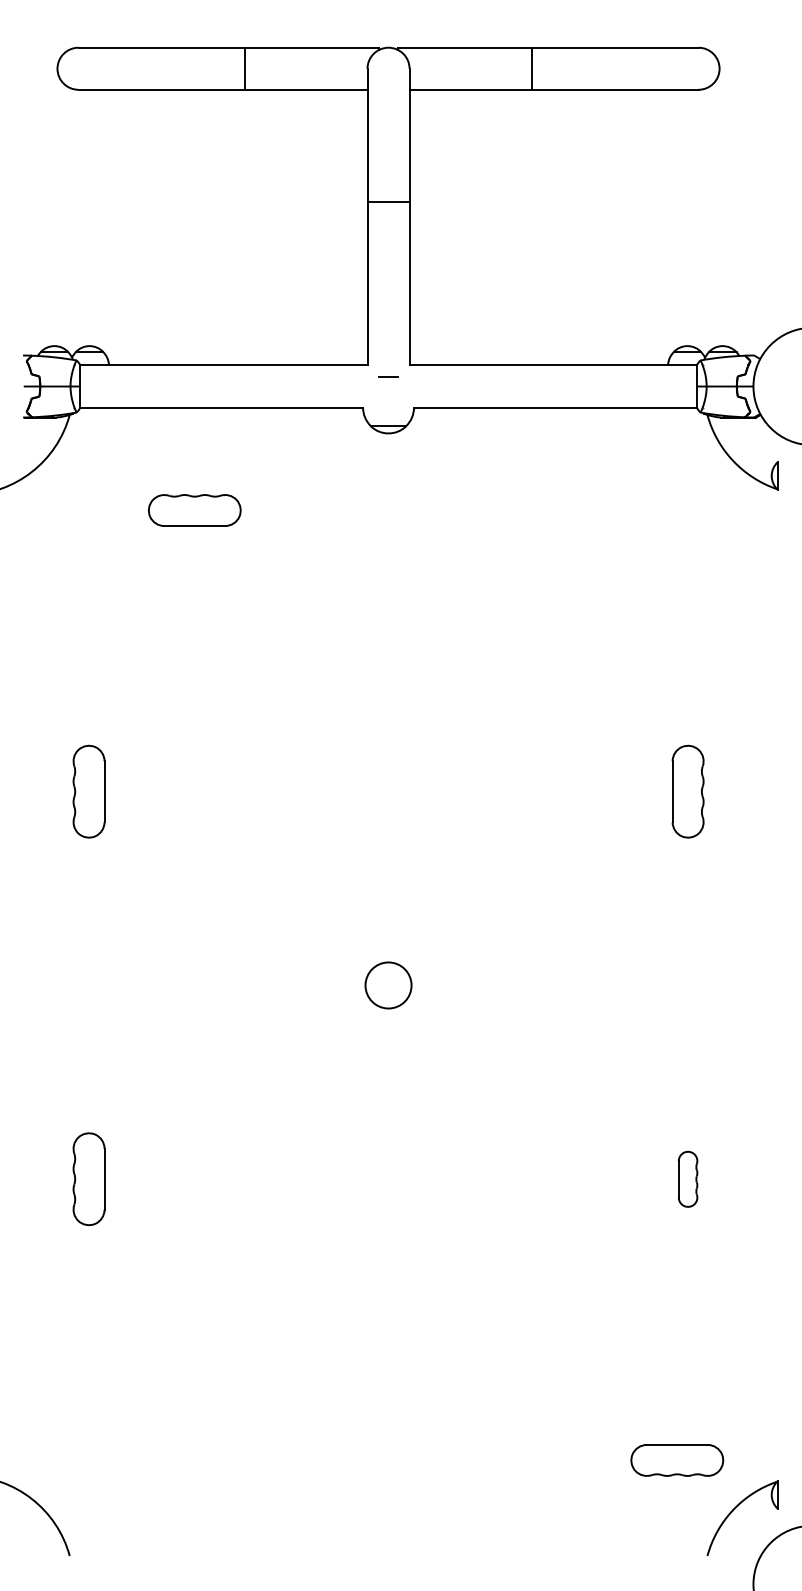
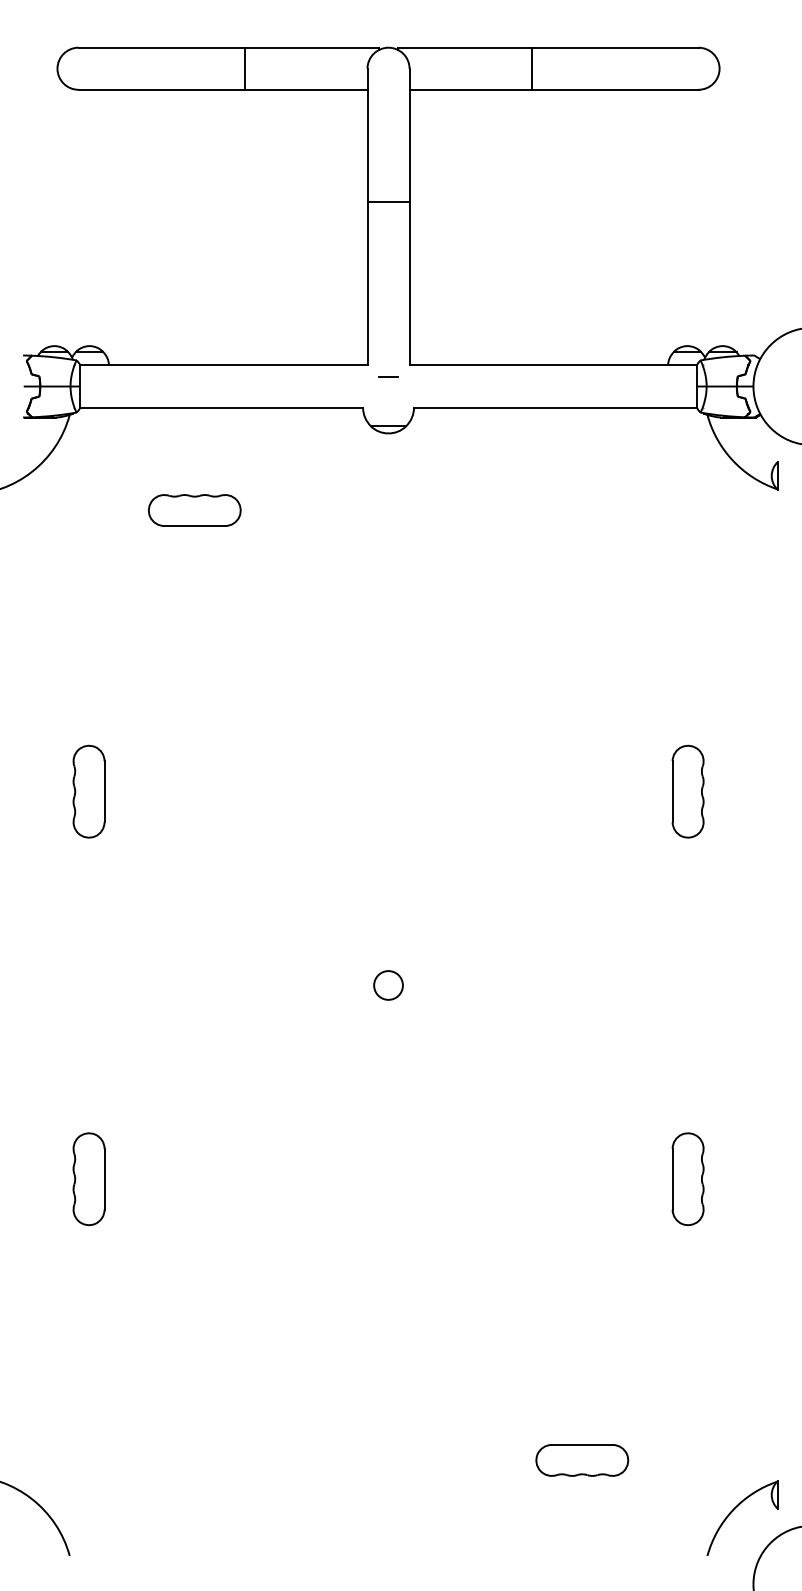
circle at (388, 985) diameter: 46 px -> 29 px
part at (687, 1178) size: 22x58 px -> 34x95 px
part at (677, 1460) position: (677, 1460) -> (582, 1460)
